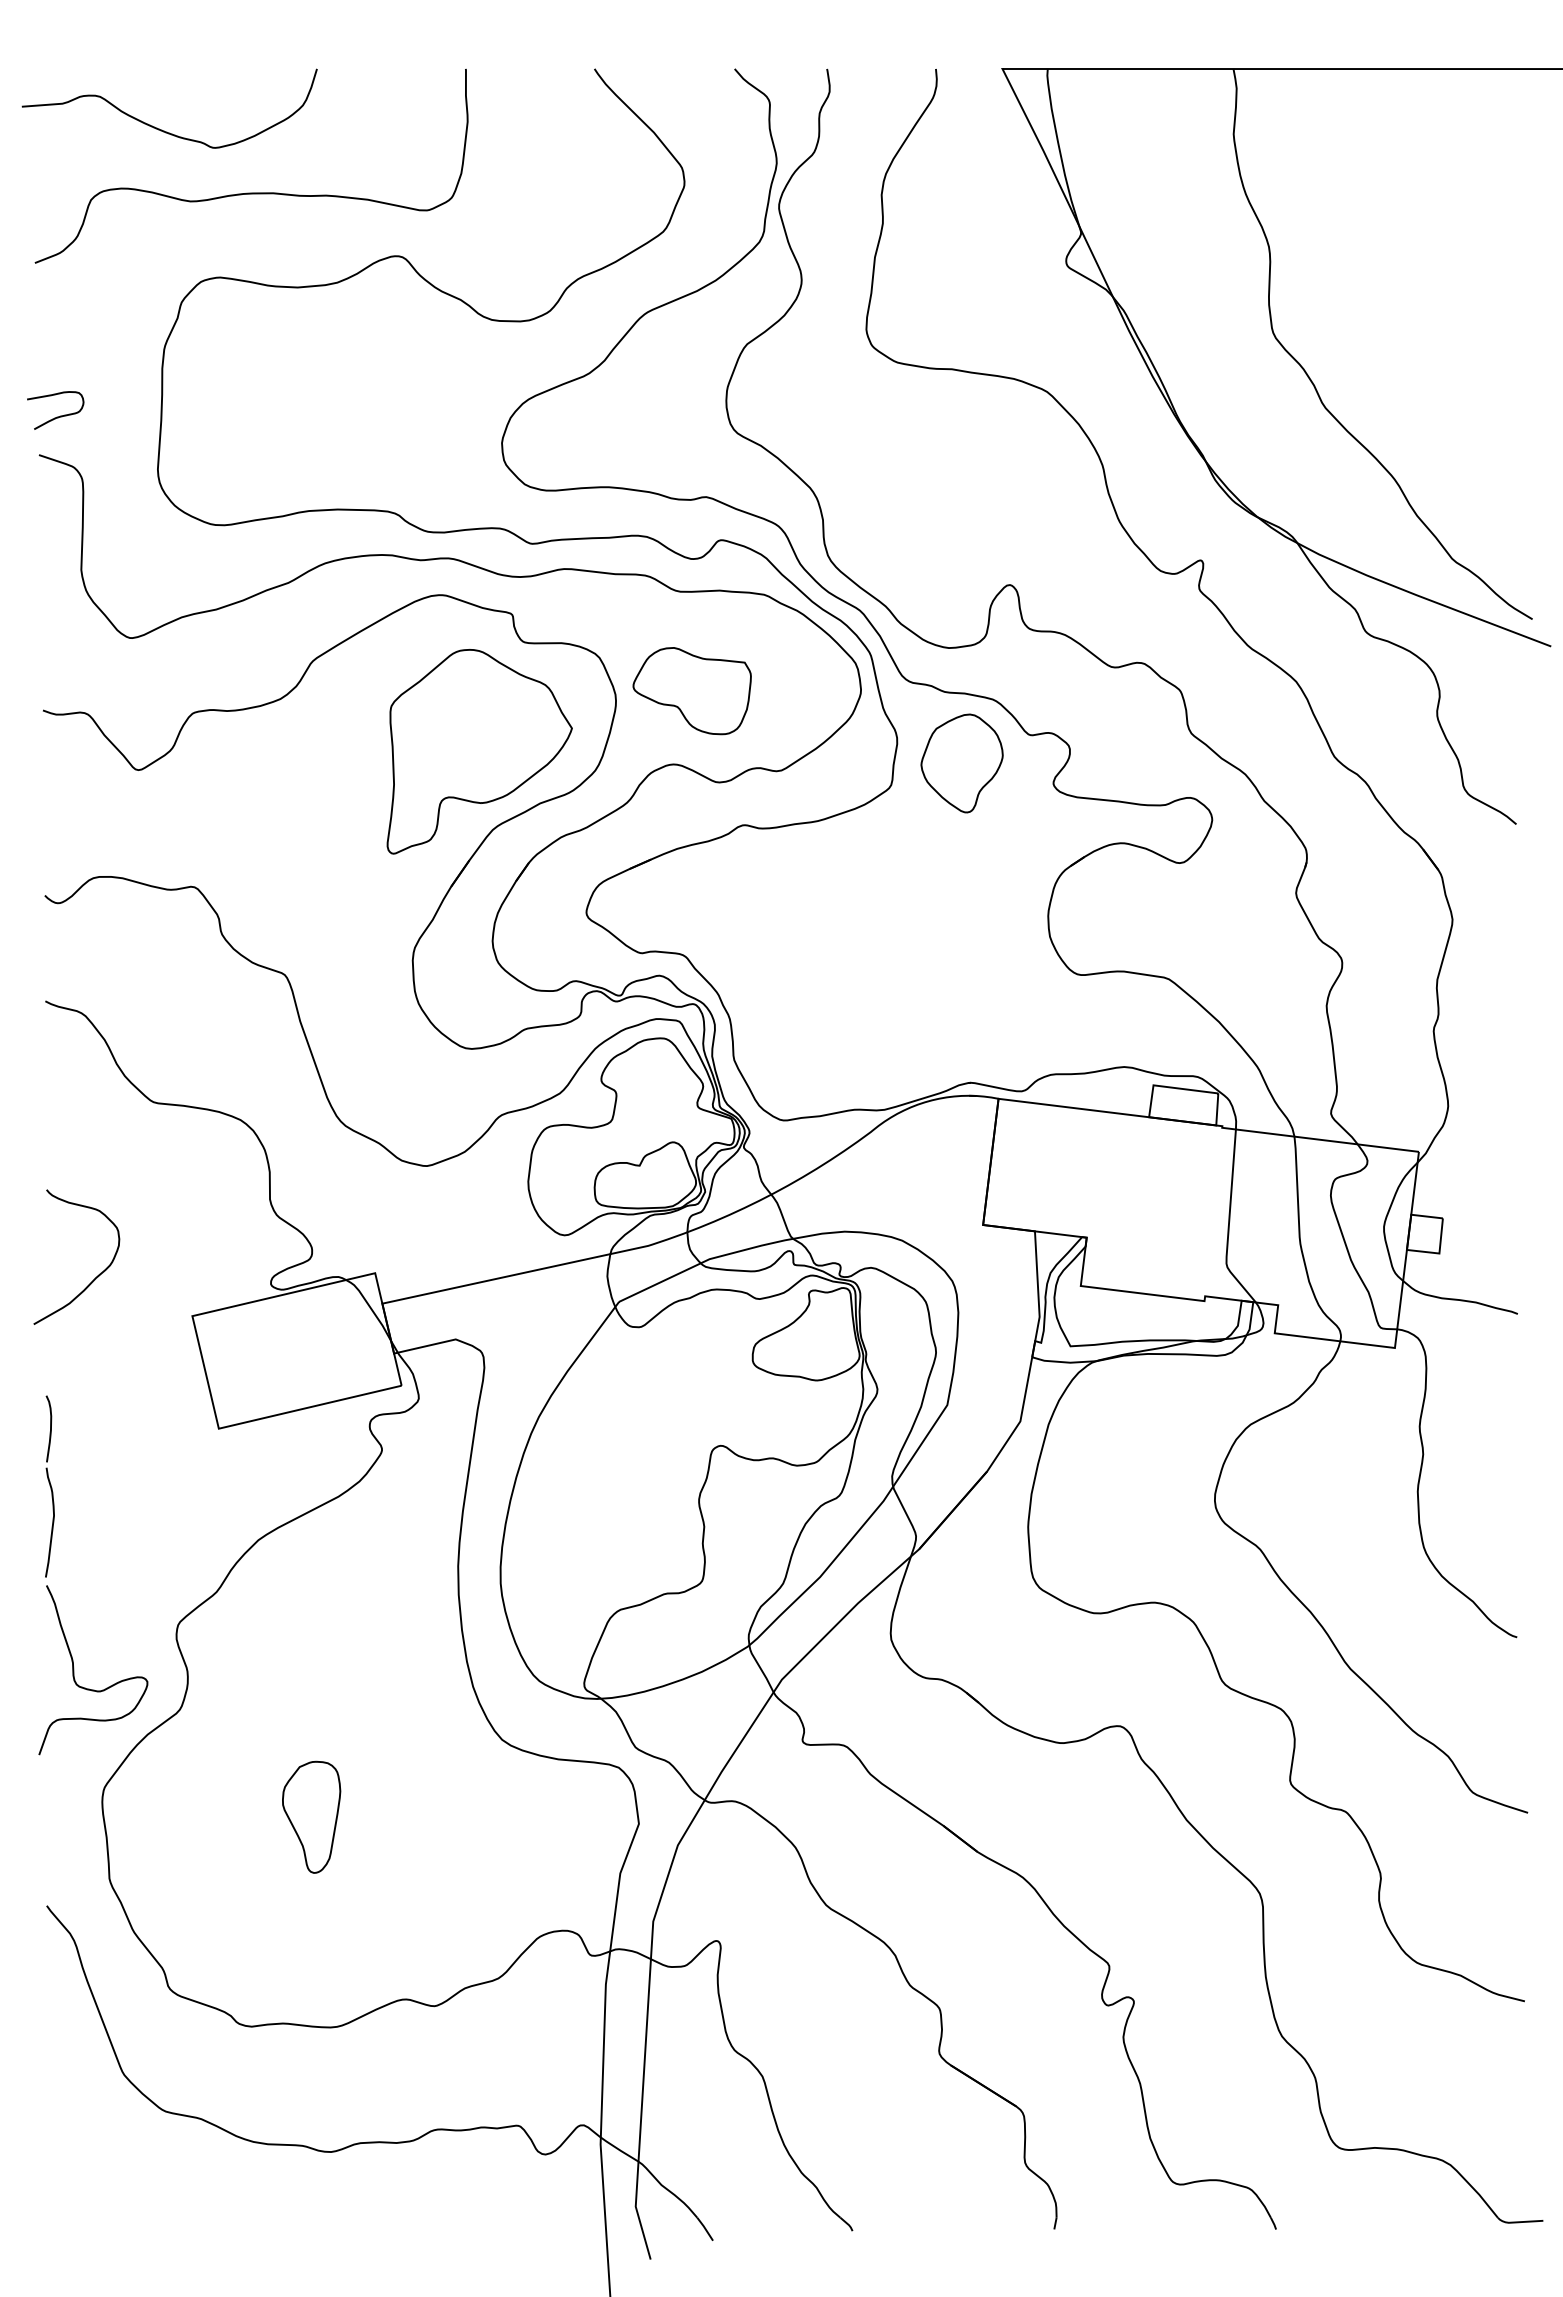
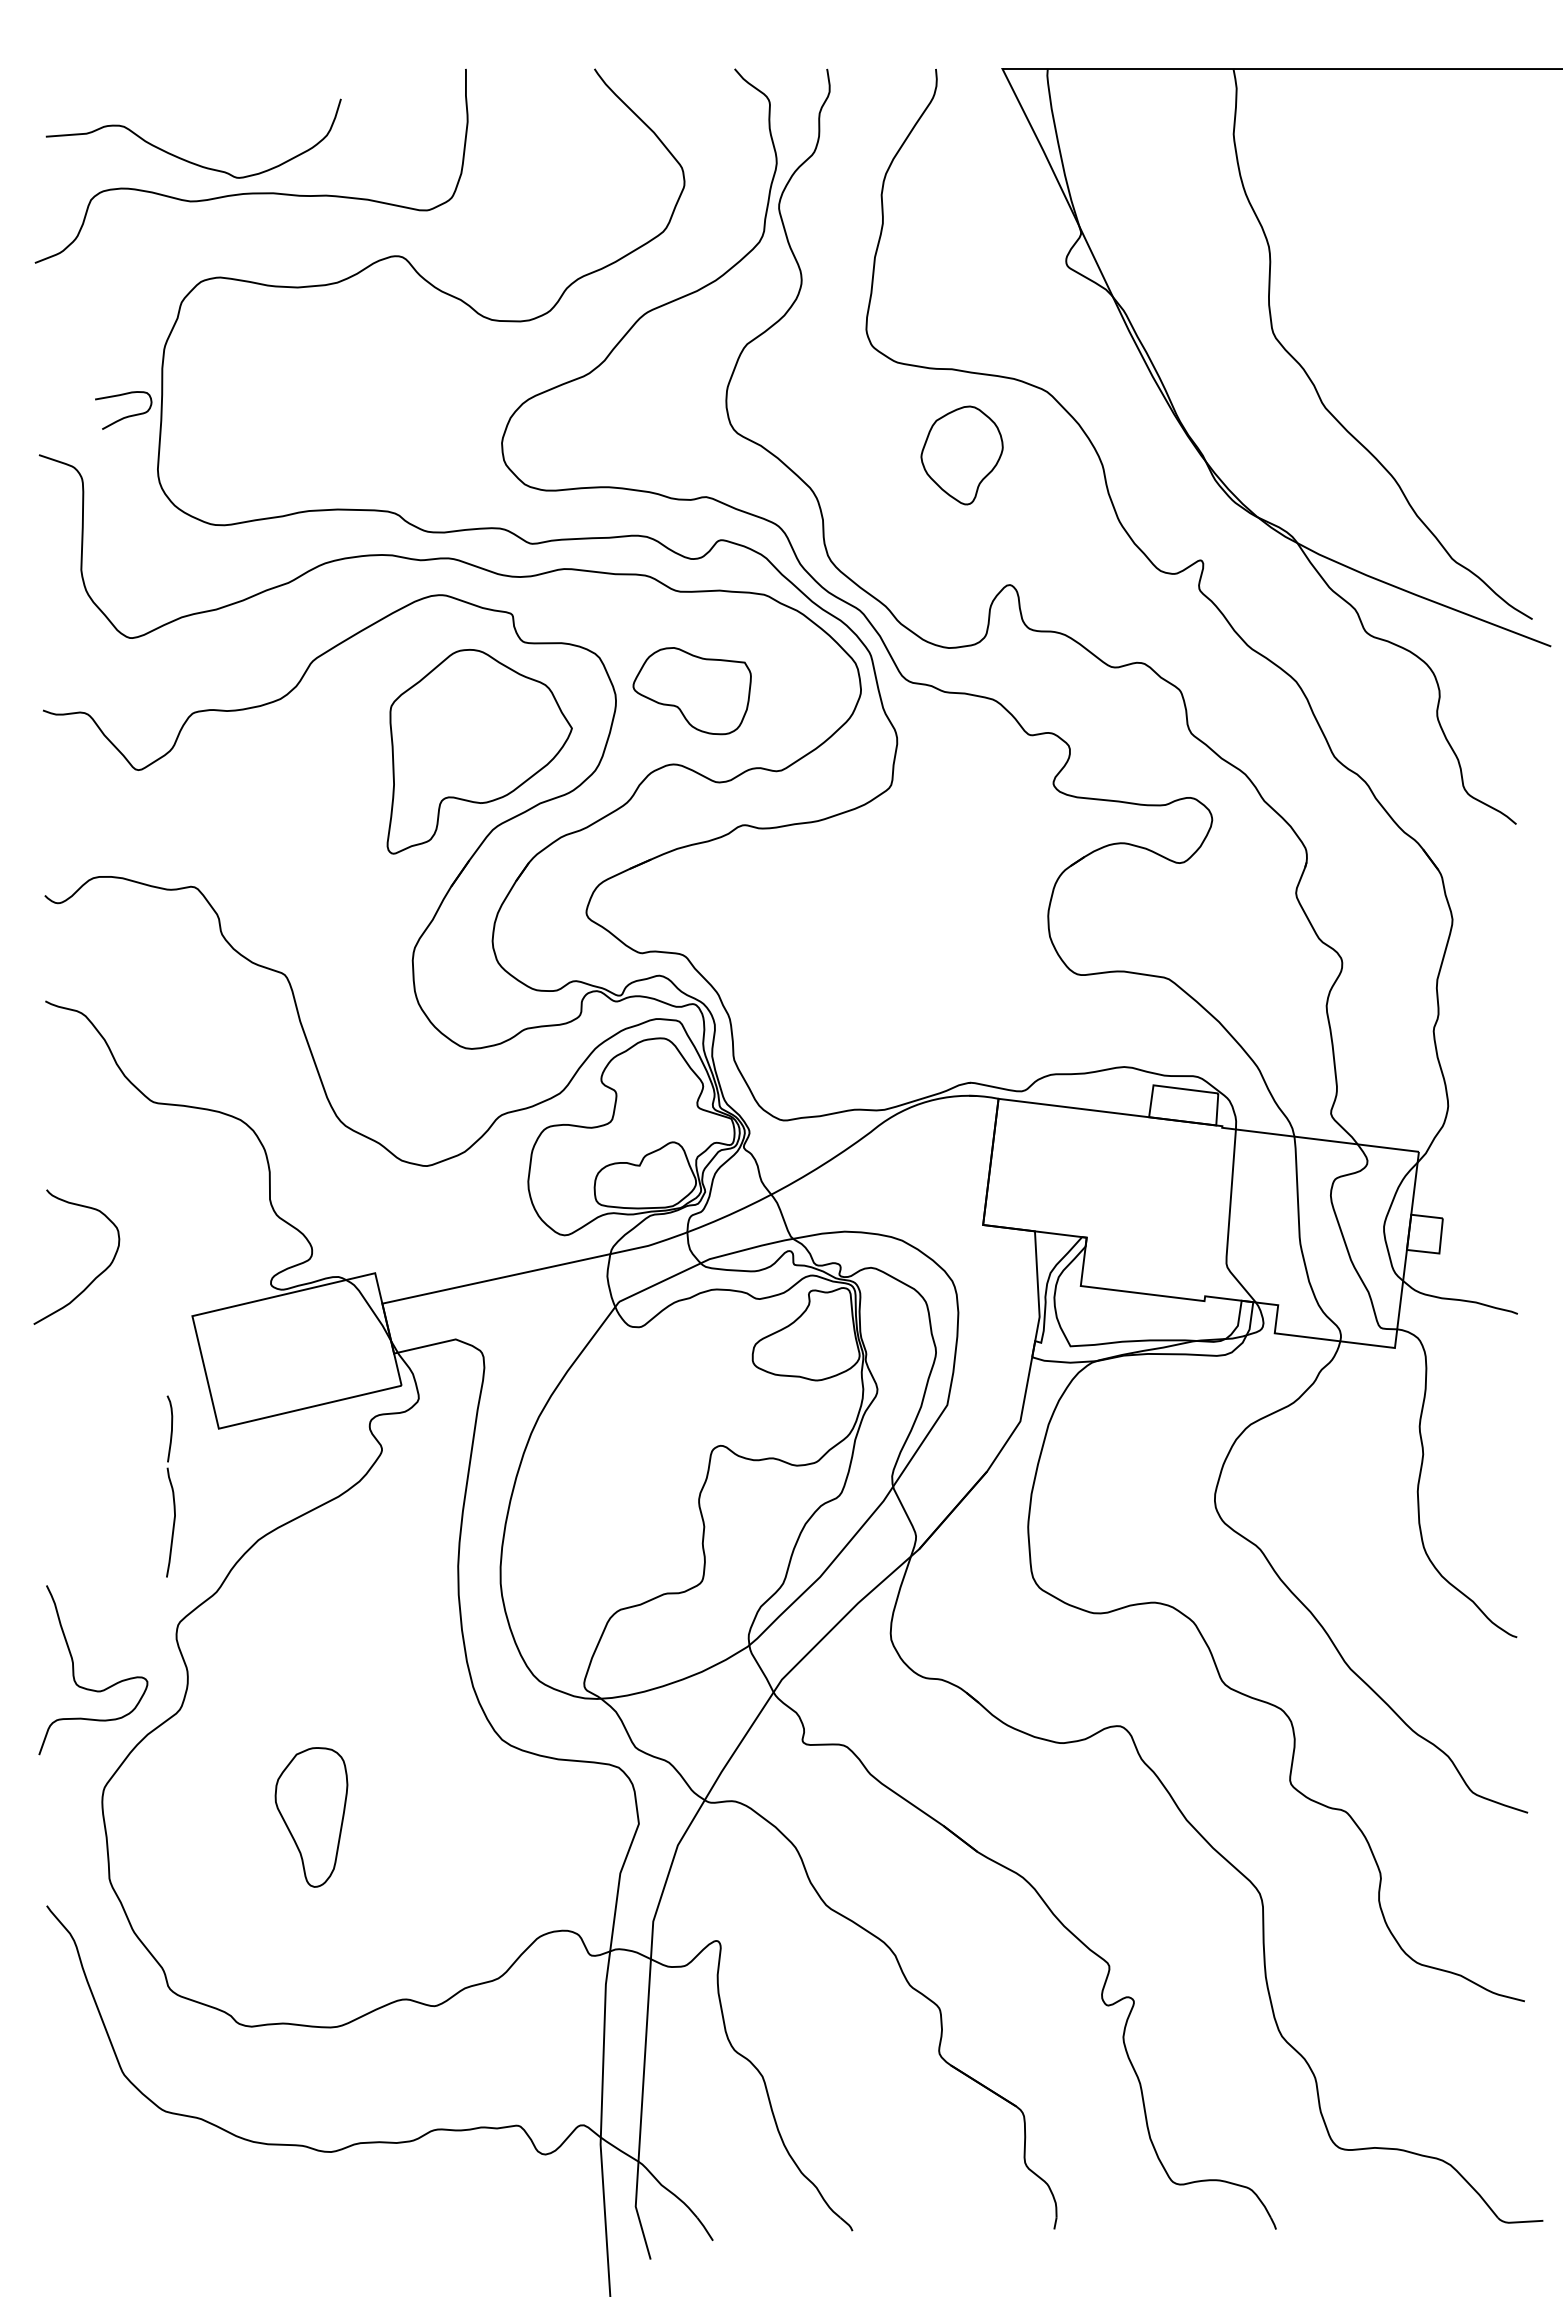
curve at (159, 128) position: (159, 128) -> (183, 158)
curve at (57, 416) position: (57, 416) -> (125, 416)
part at (961, 763) position: (961, 763) -> (961, 455)
part at (49, 1486) position: (49, 1486) -> (170, 1486)
part at (311, 1816) size: 60x114 px -> 75x141 px
